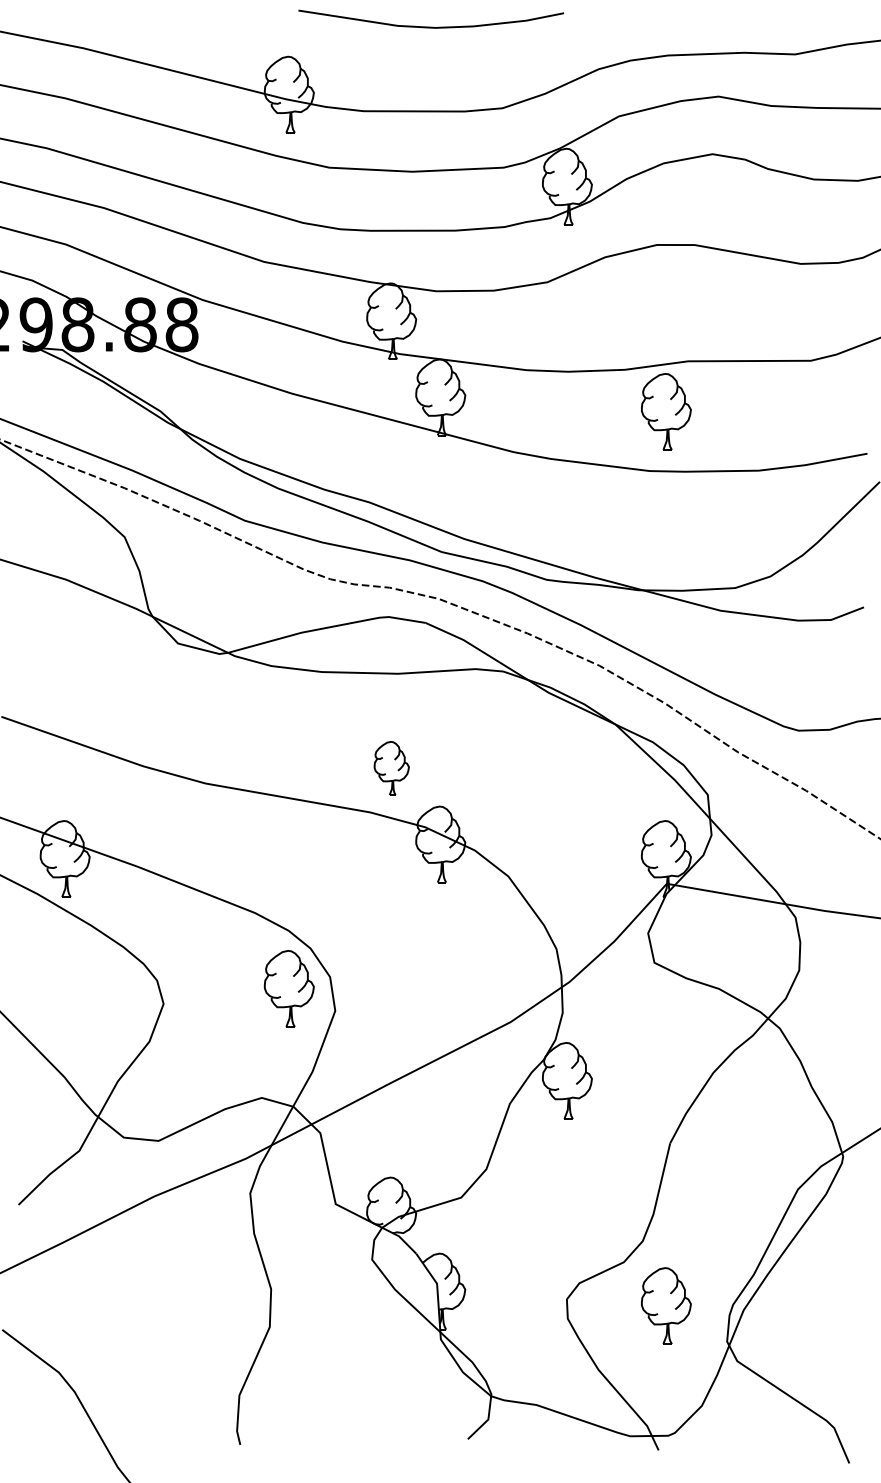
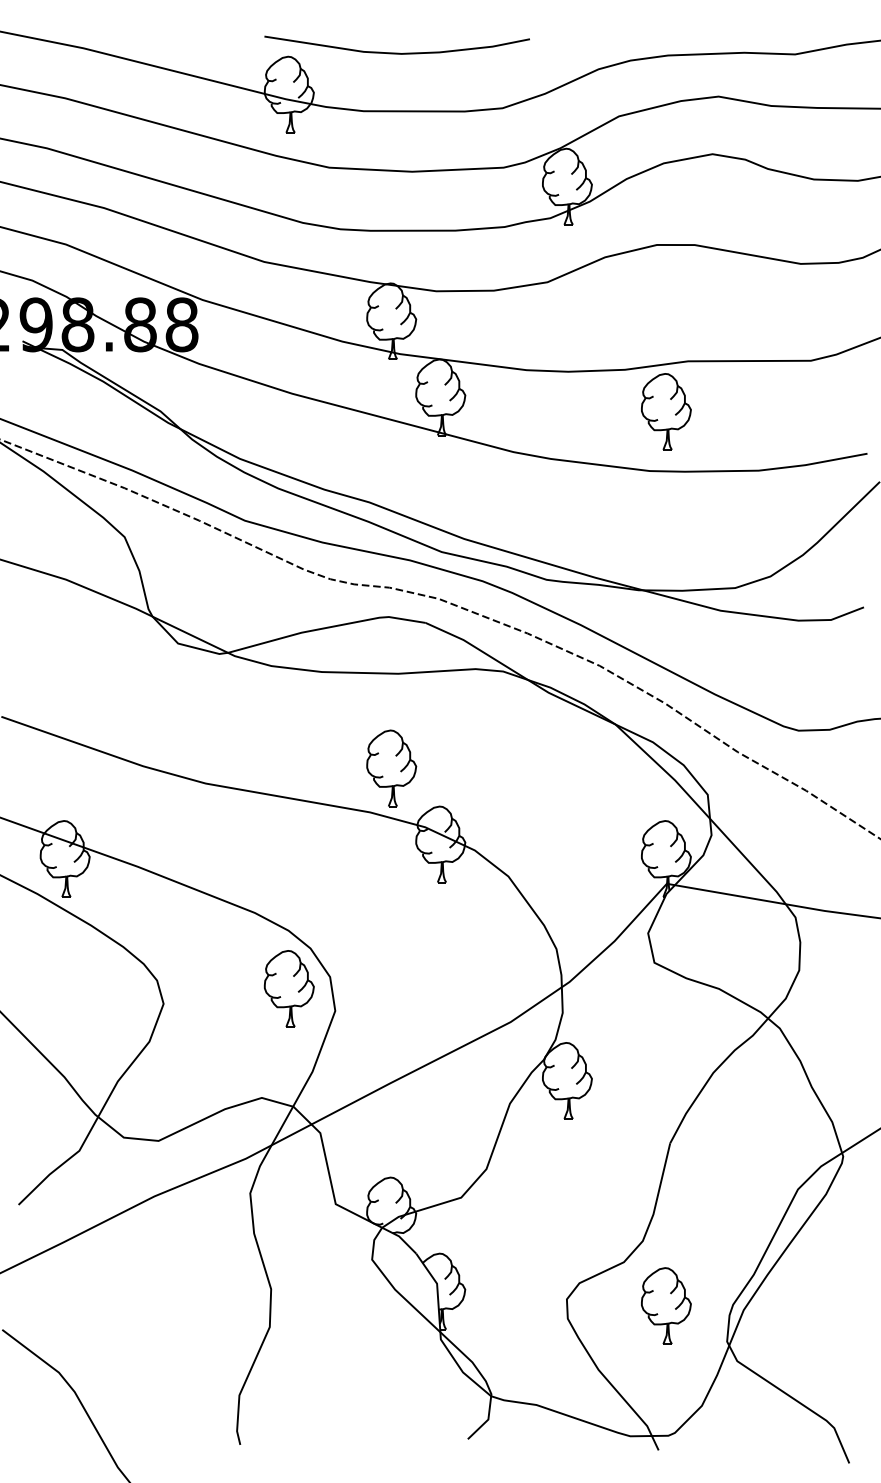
curve at (430, 26) position: (430, 26) -> (396, 52)
part at (391, 768) size: 37x55 px -> 52x79 px
